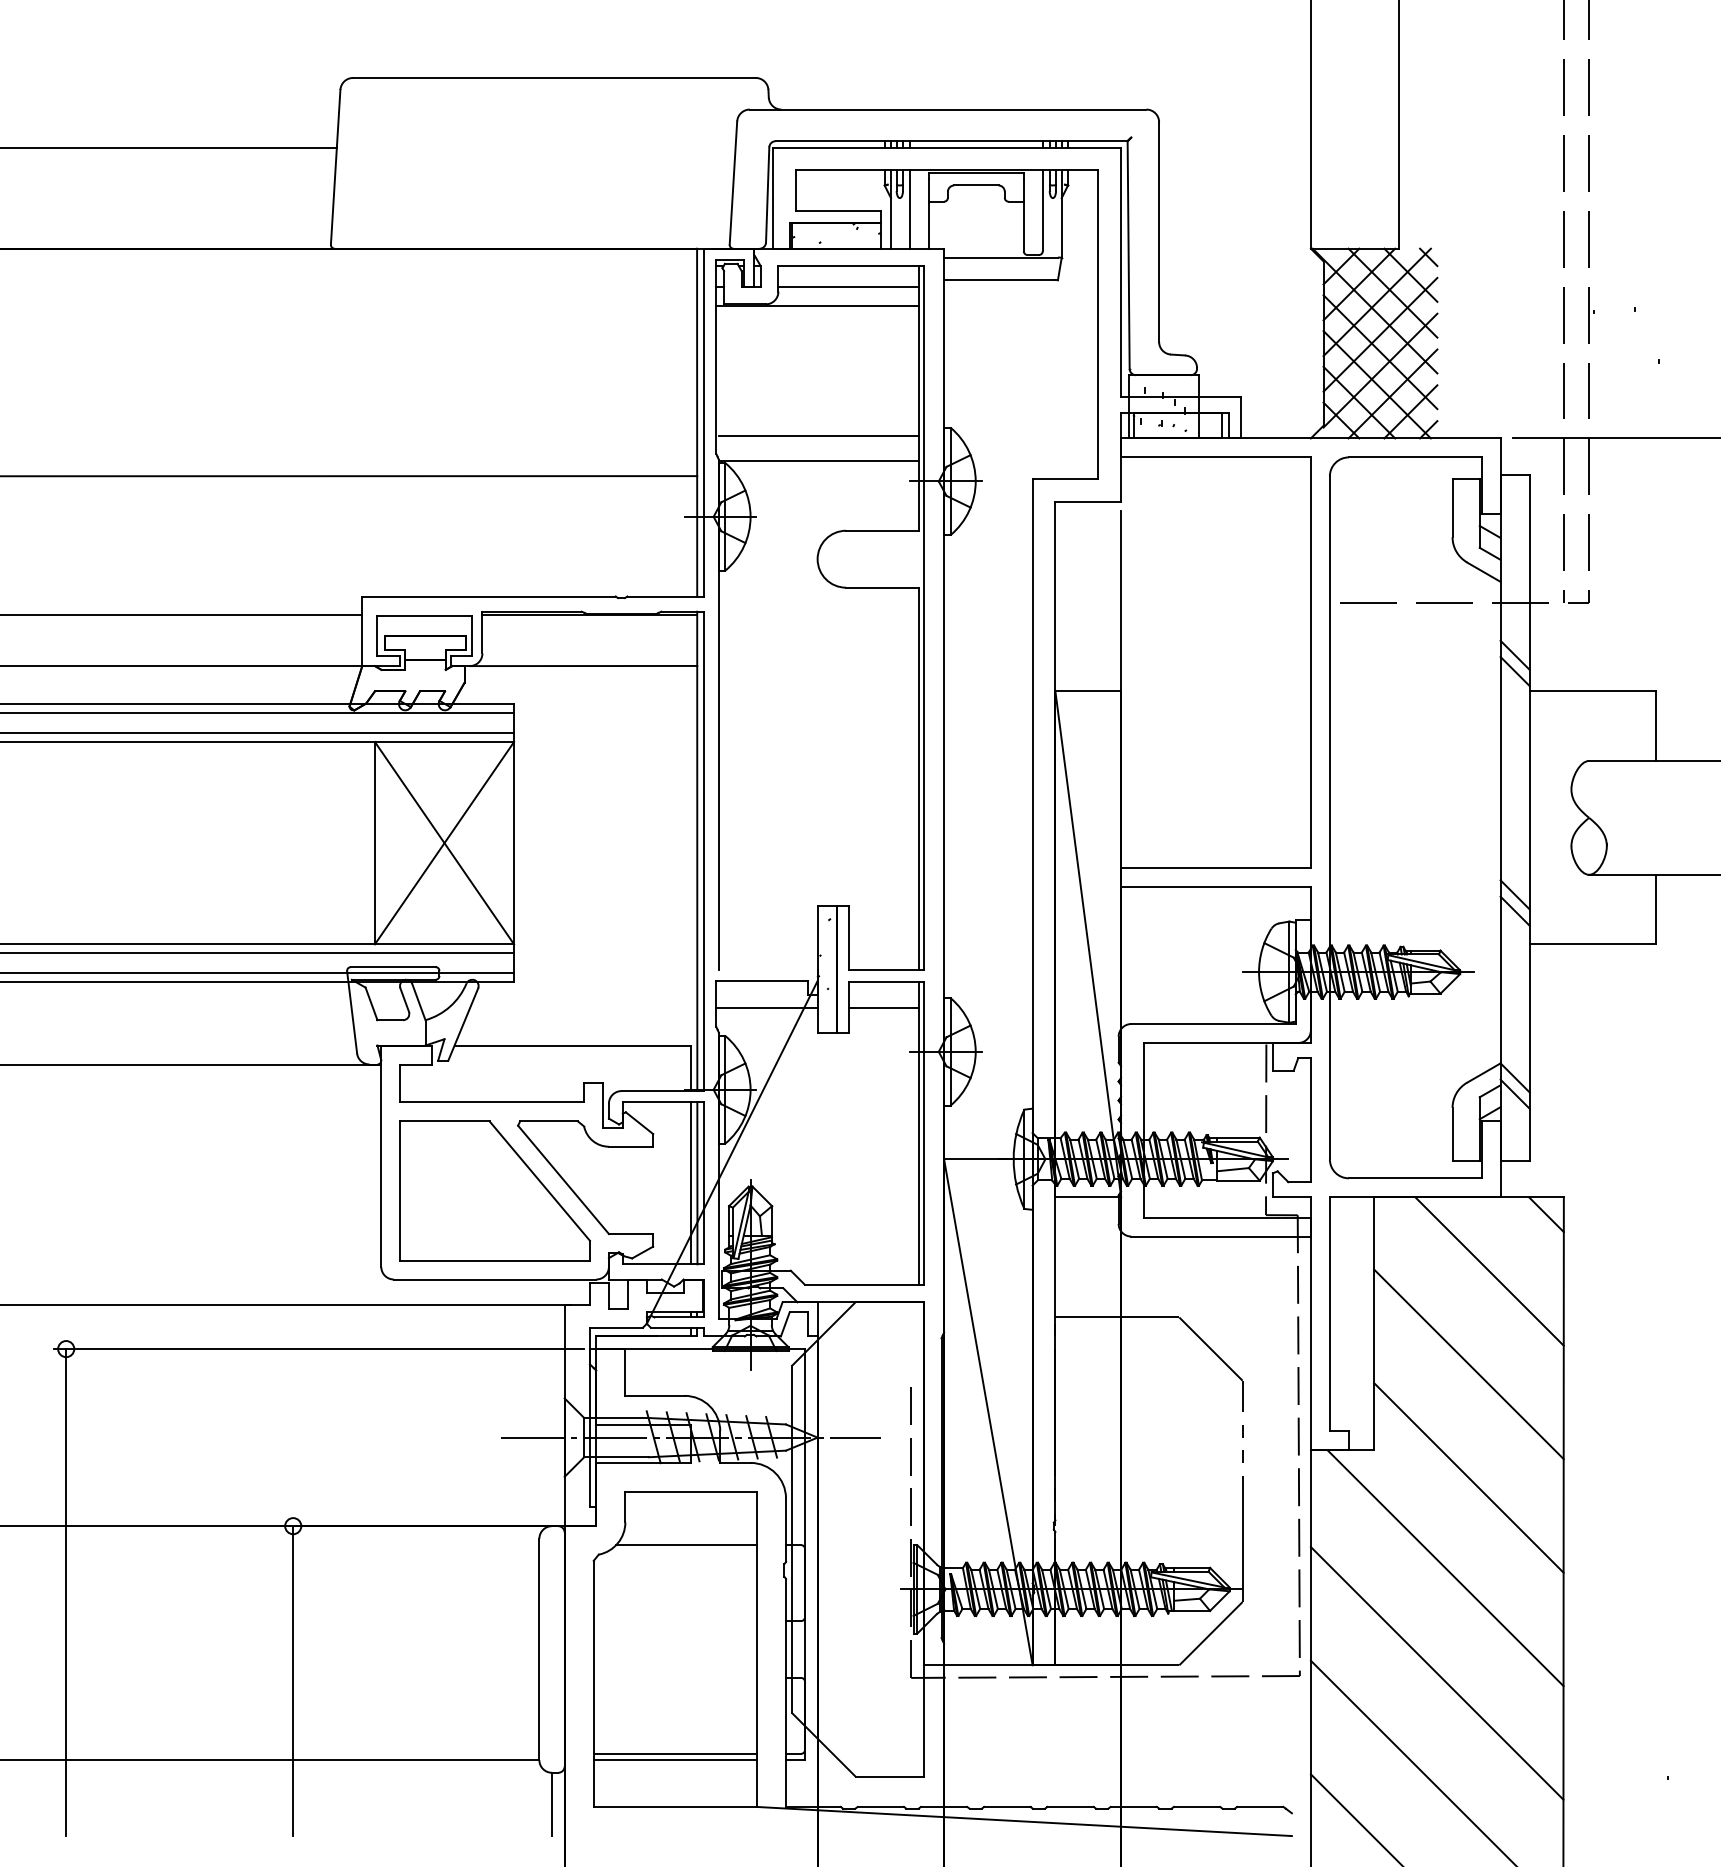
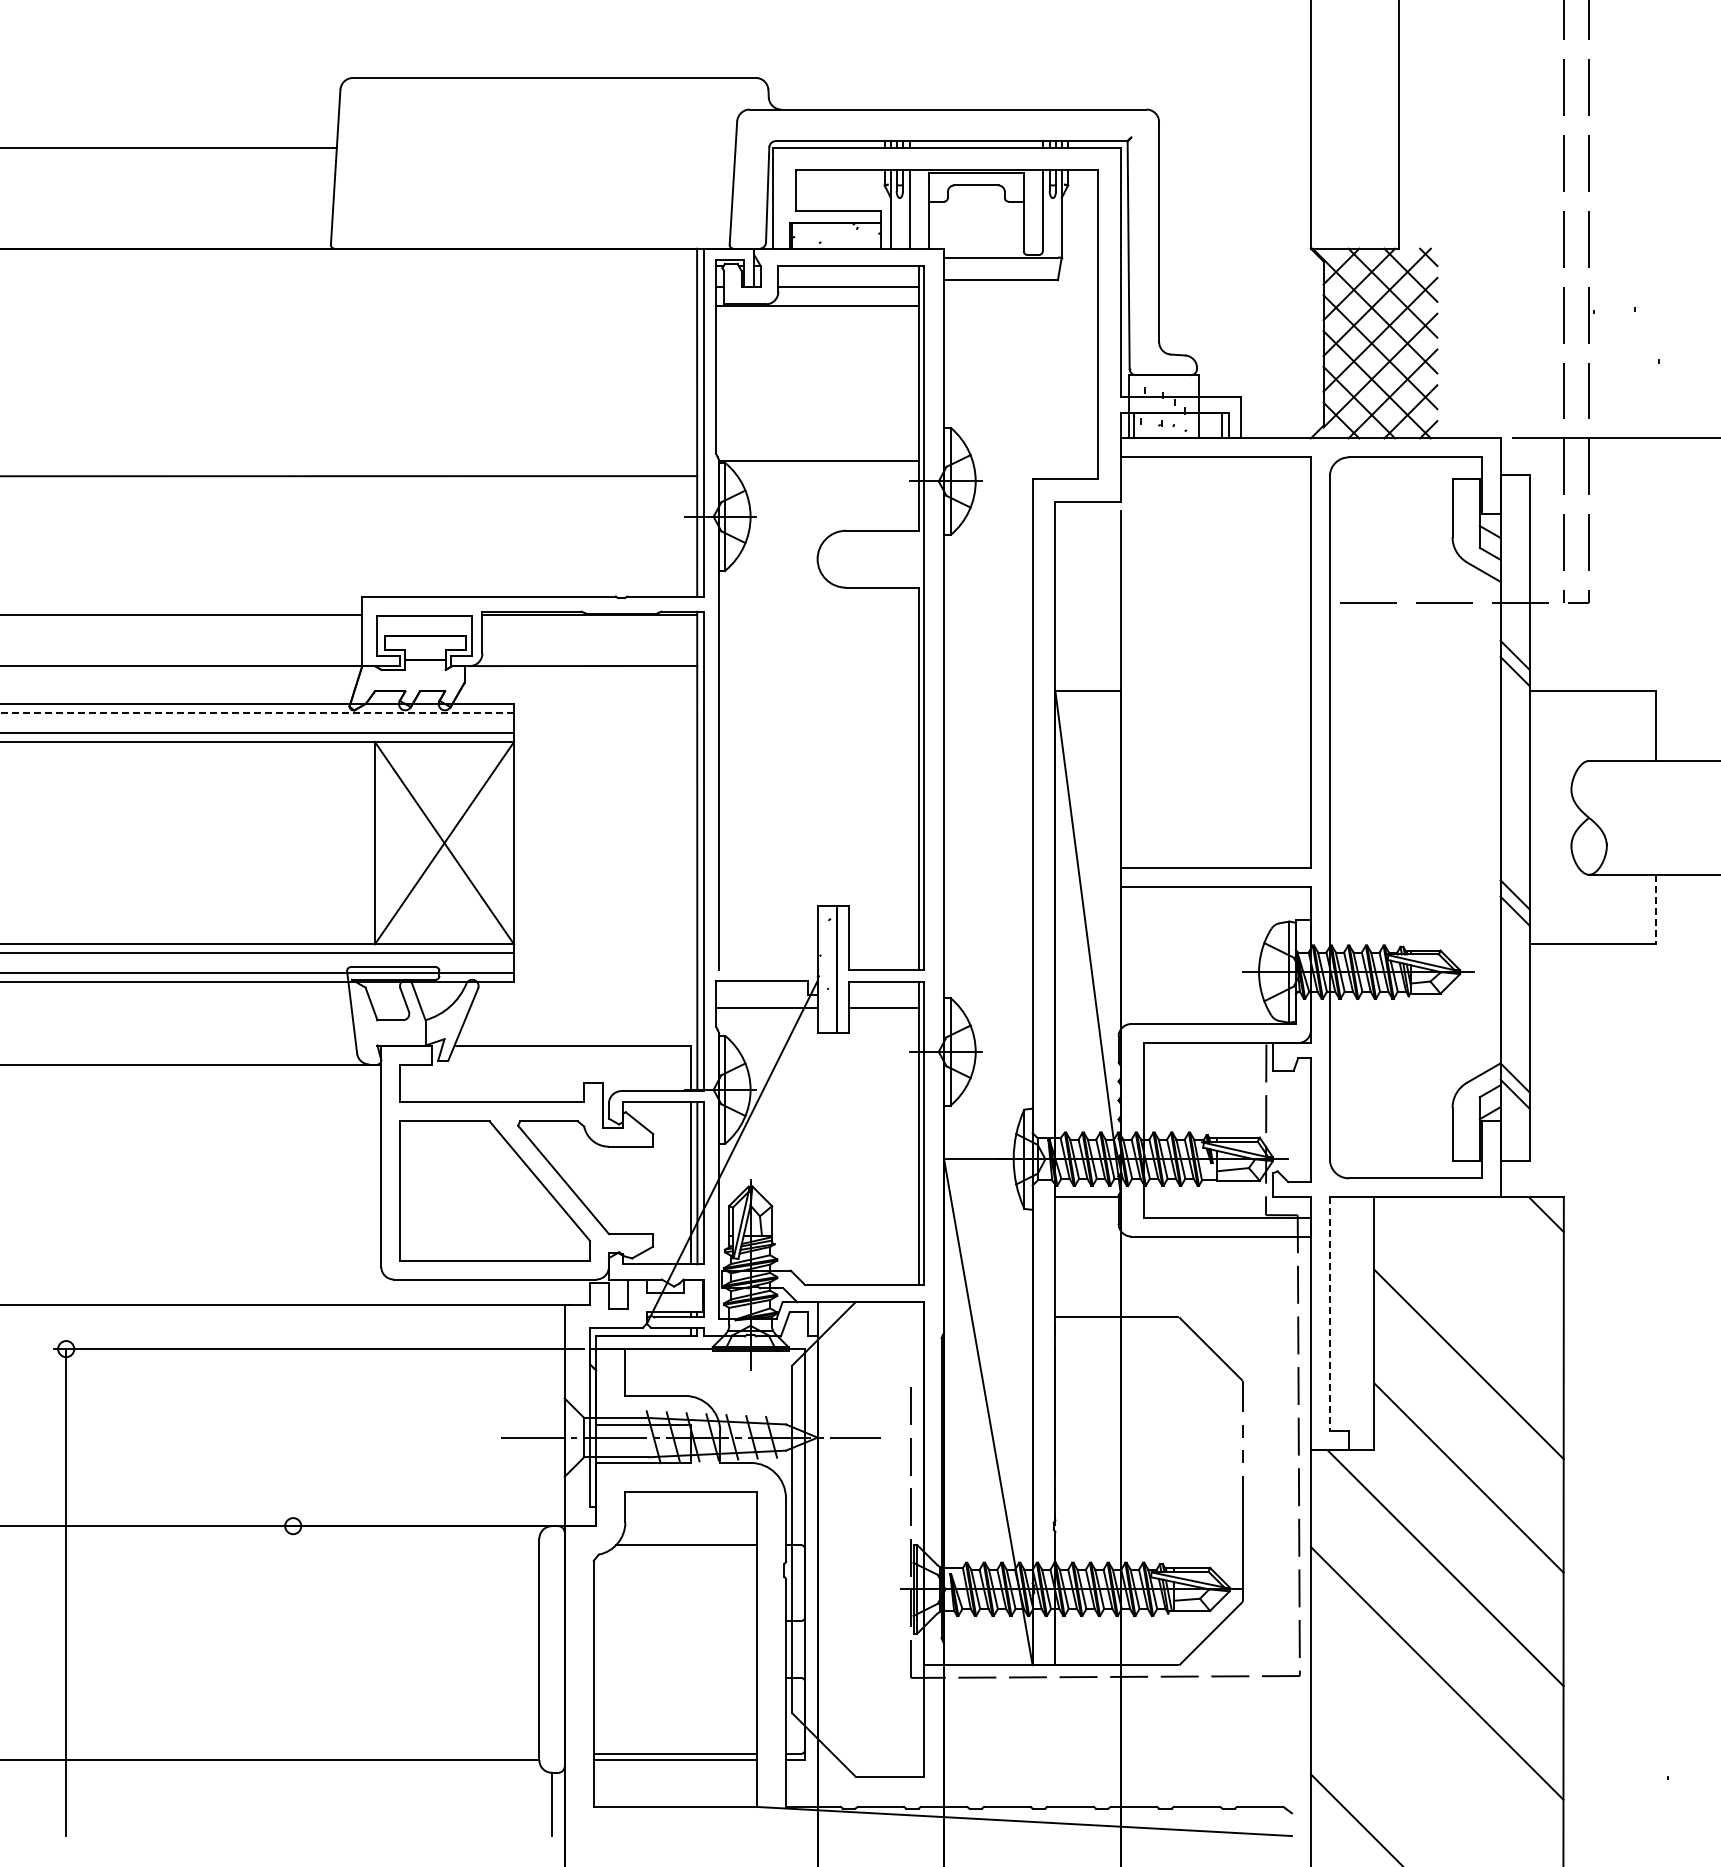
line at (818, 435): present -> none
line at (257, 712): solid -> dashed
line at (1656, 909): solid -> dashed
line at (1489, 1271): present -> none
line at (1329, 1314): solid -> dashed
line at (293, 1681): present -> none
line at (1411, 1761): present -> none
